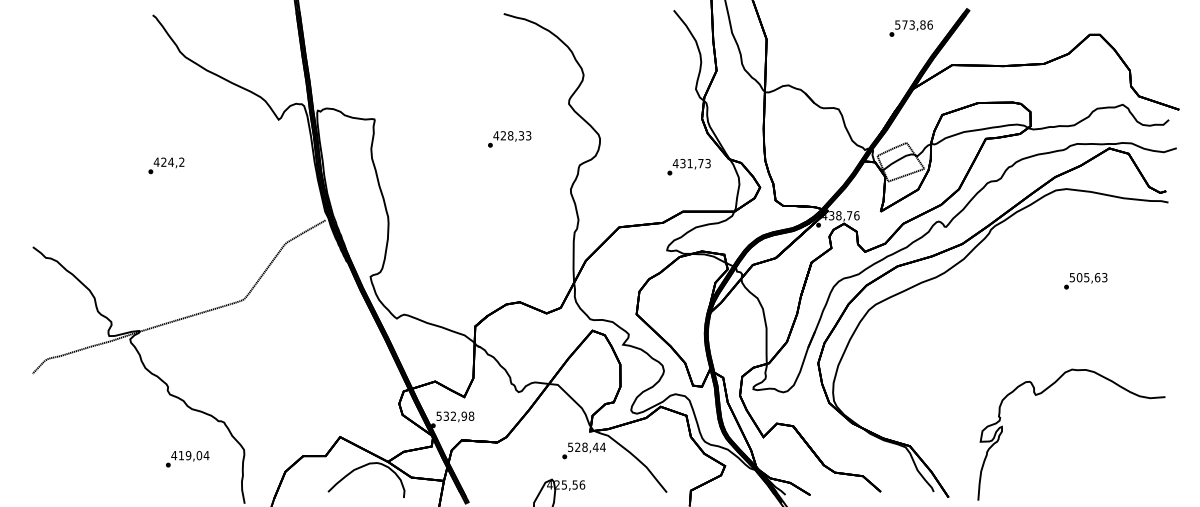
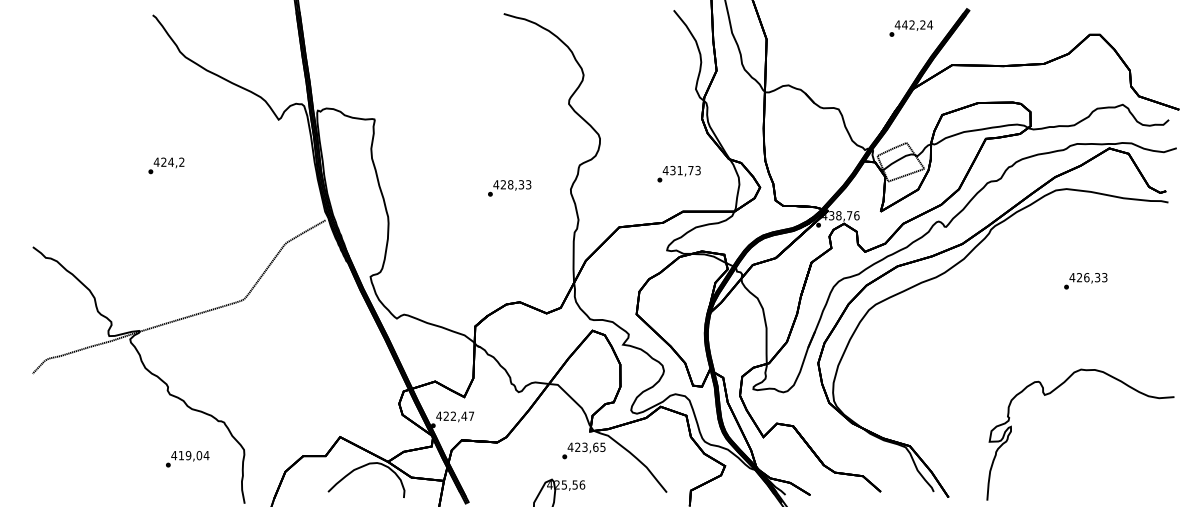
text at (913, 24): 573,86 -> 442,24
text at (509, 139) position: (509, 139) -> (509, 188)
text at (688, 166) position: (688, 166) -> (678, 173)
text at (1084, 277): 505,63 -> 426,33
part at (1042, 393) position: (1042, 393) -> (1051, 393)
text at (455, 415): 532,98 -> 422,47
text at (586, 446): 528,44 -> 423,65
